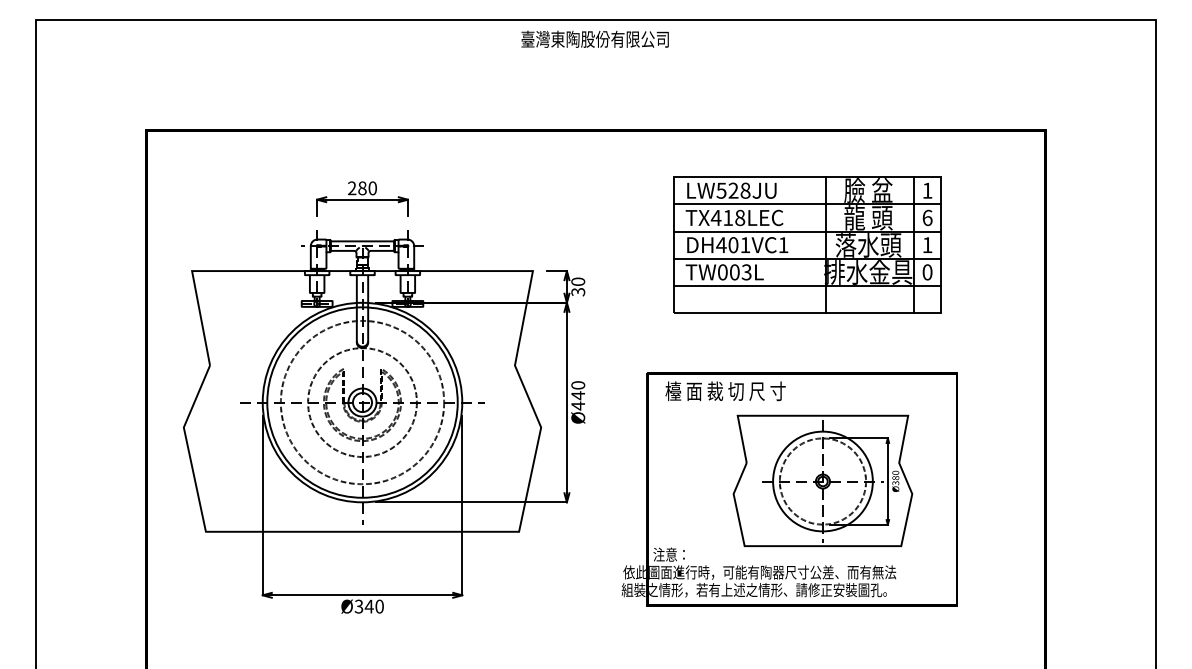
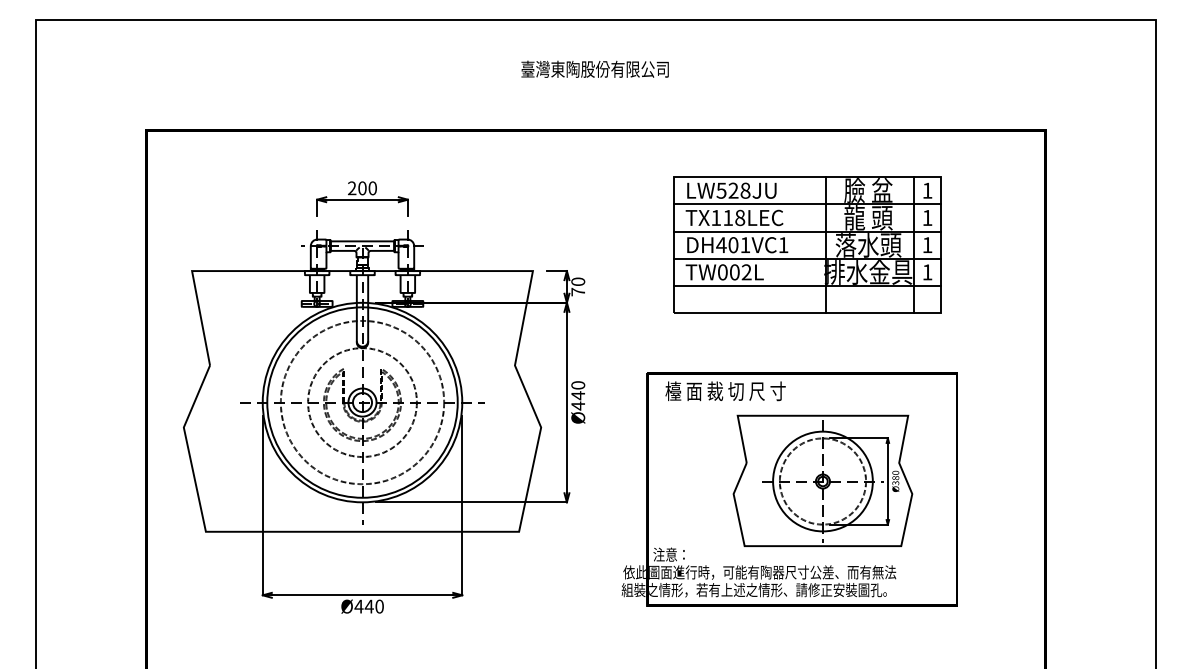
text at (594, 38) position: (594, 38) -> (594, 68)
text at (362, 187): 280 -> 200
text at (715, 217): TX418LEC -> TX118LEC
text at (927, 217): 6 -> 1
text at (746, 272): TW003L -> TW002L
text at (927, 272): 0 -> 1
text at (578, 291): 30 -> 70
text at (358, 606): Ø340 -> Ø440
